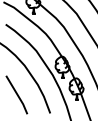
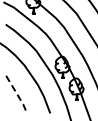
line at (17, 95): solid -> dashed
